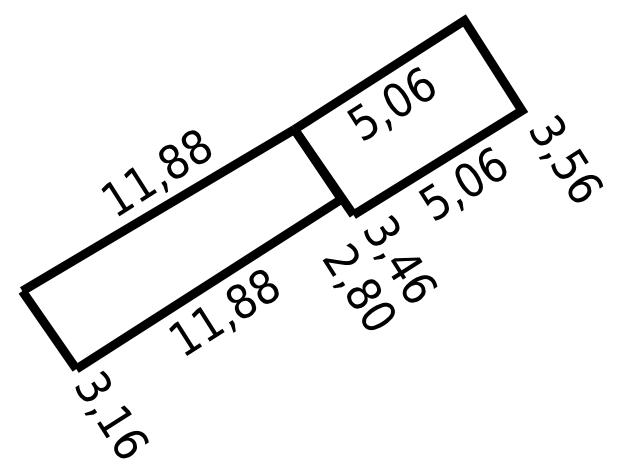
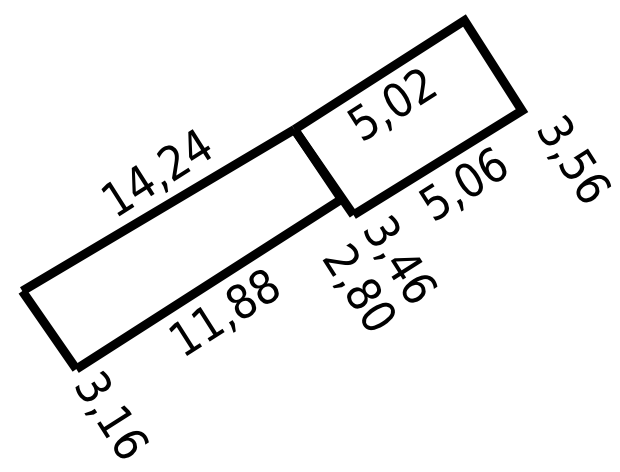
text at (419, 86): 5,06 -> 5,02
text at (565, 158) position: (565, 158) -> (573, 158)
text at (167, 165): 11,88 -> 14,24
